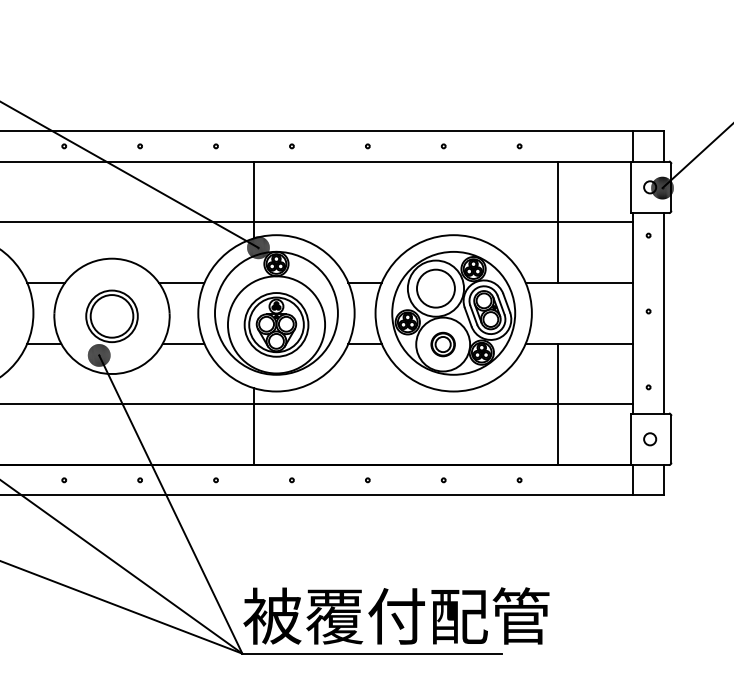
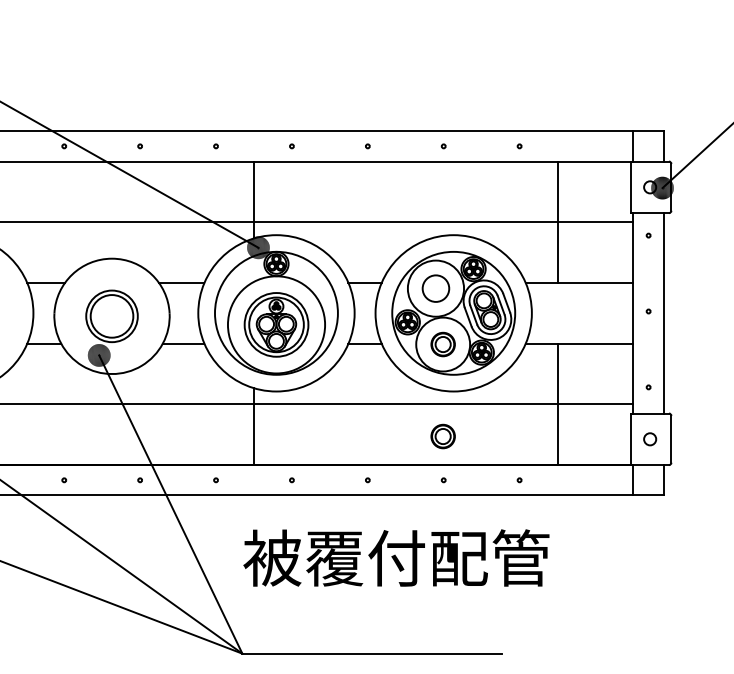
circle at (435, 288) diameter: 38 px -> 27 px
part at (442, 436): none -> present
text at (396, 615) position: (396, 615) -> (396, 557)
